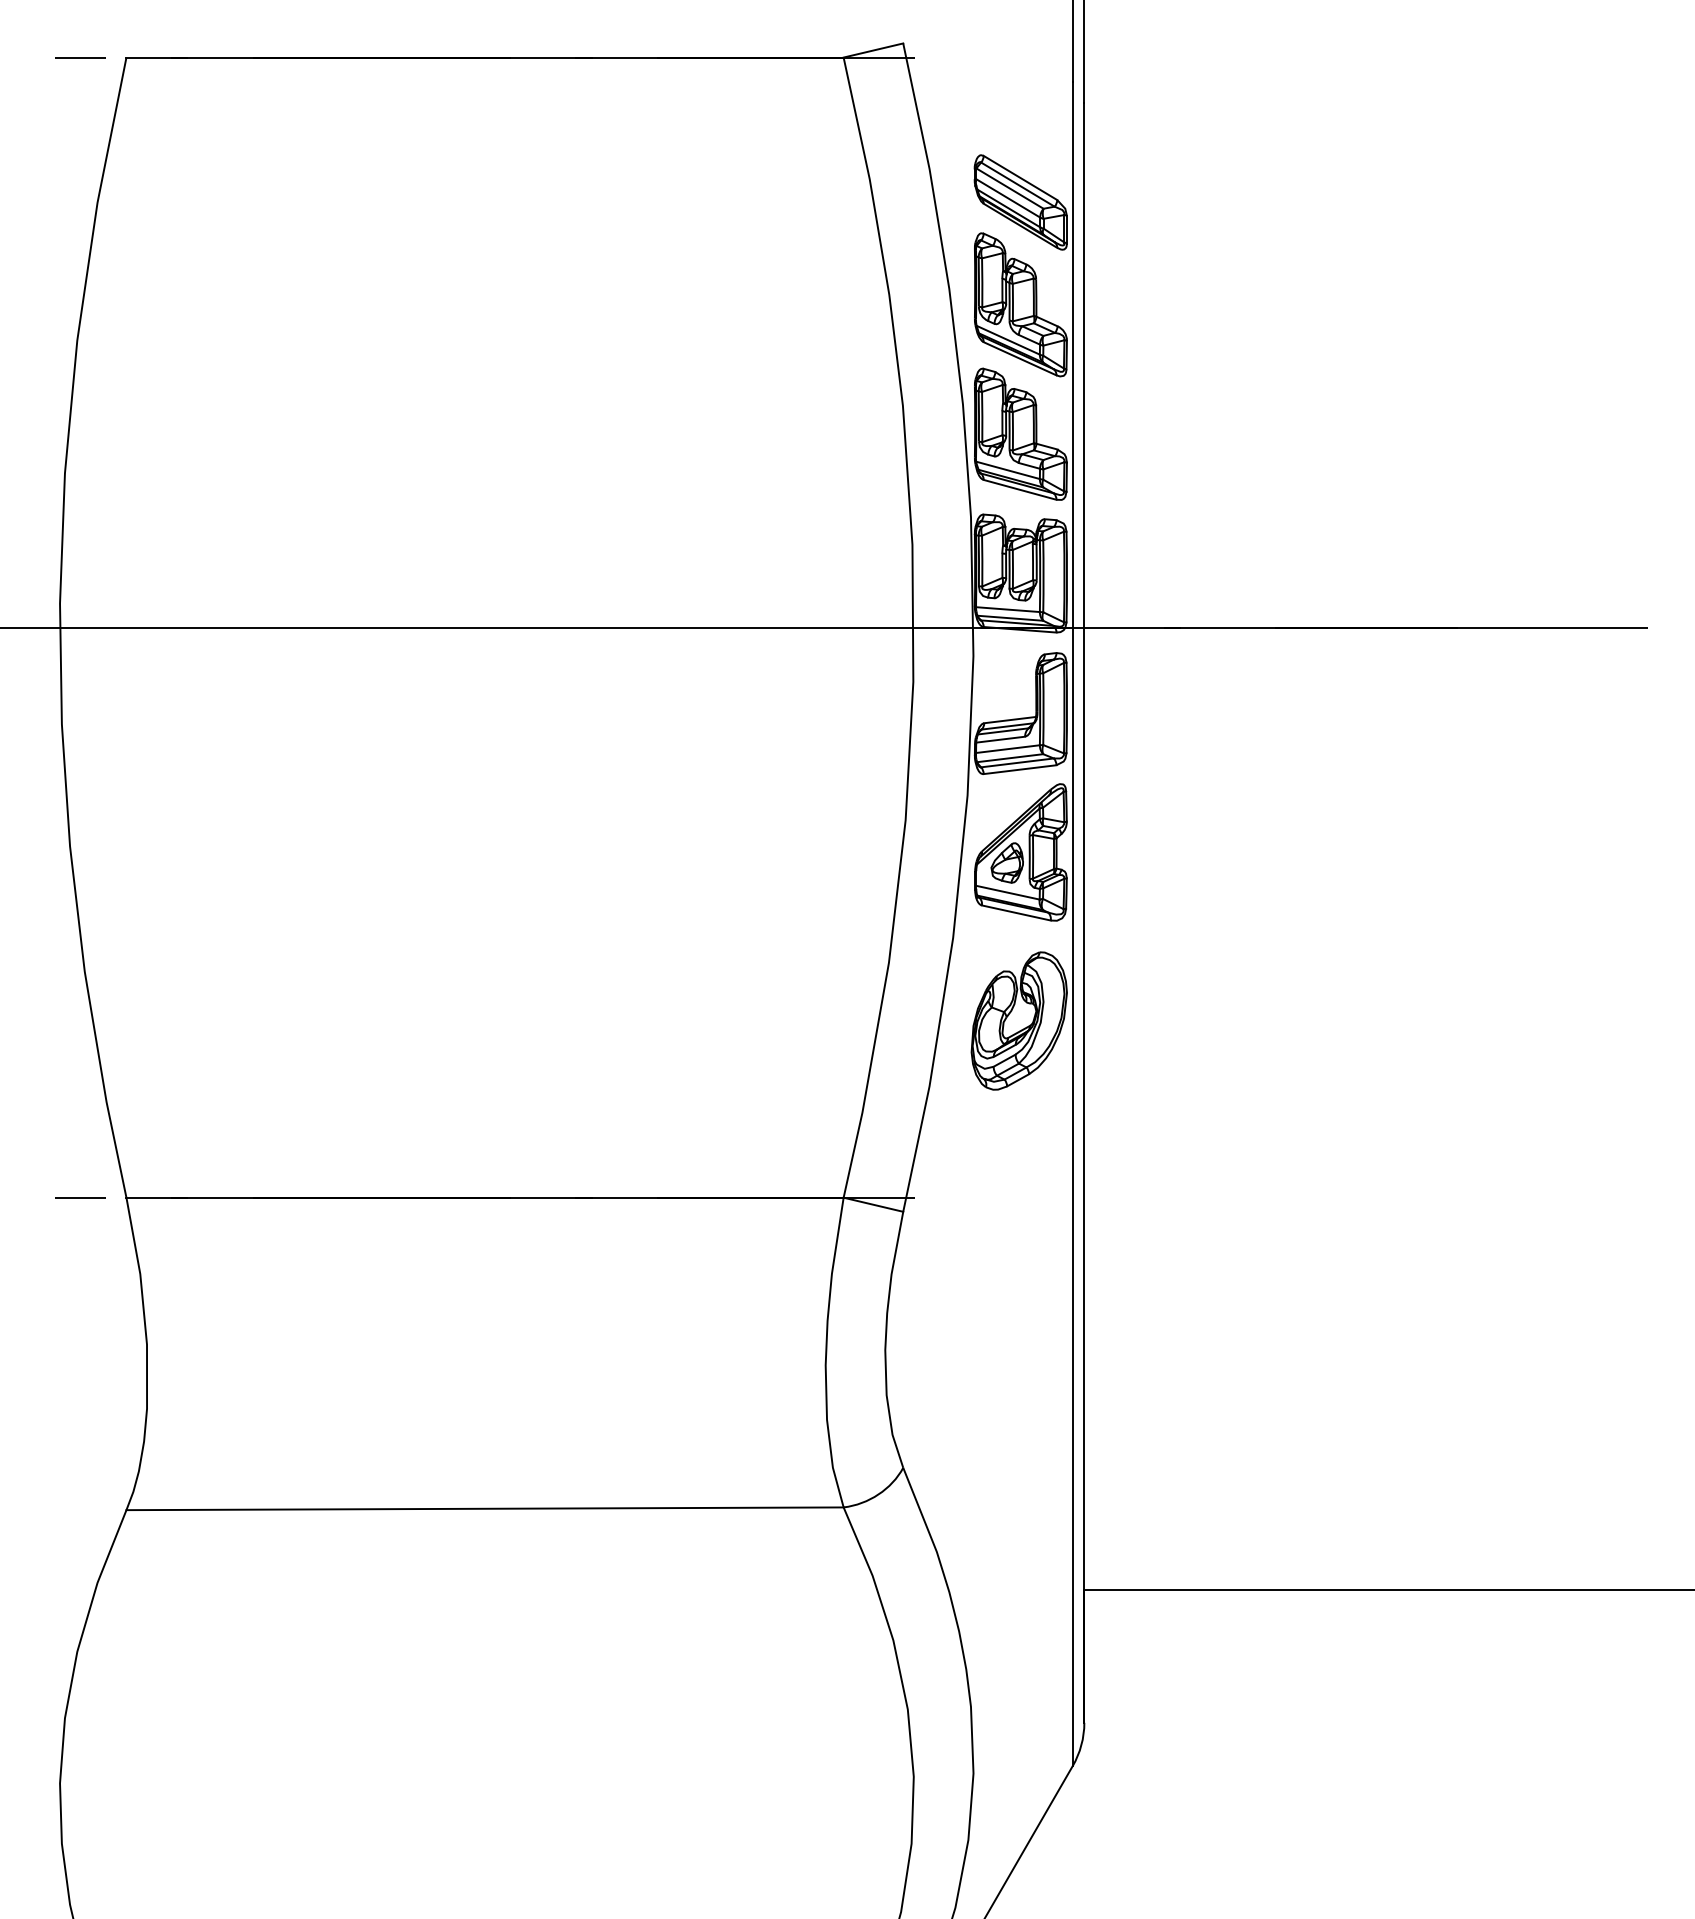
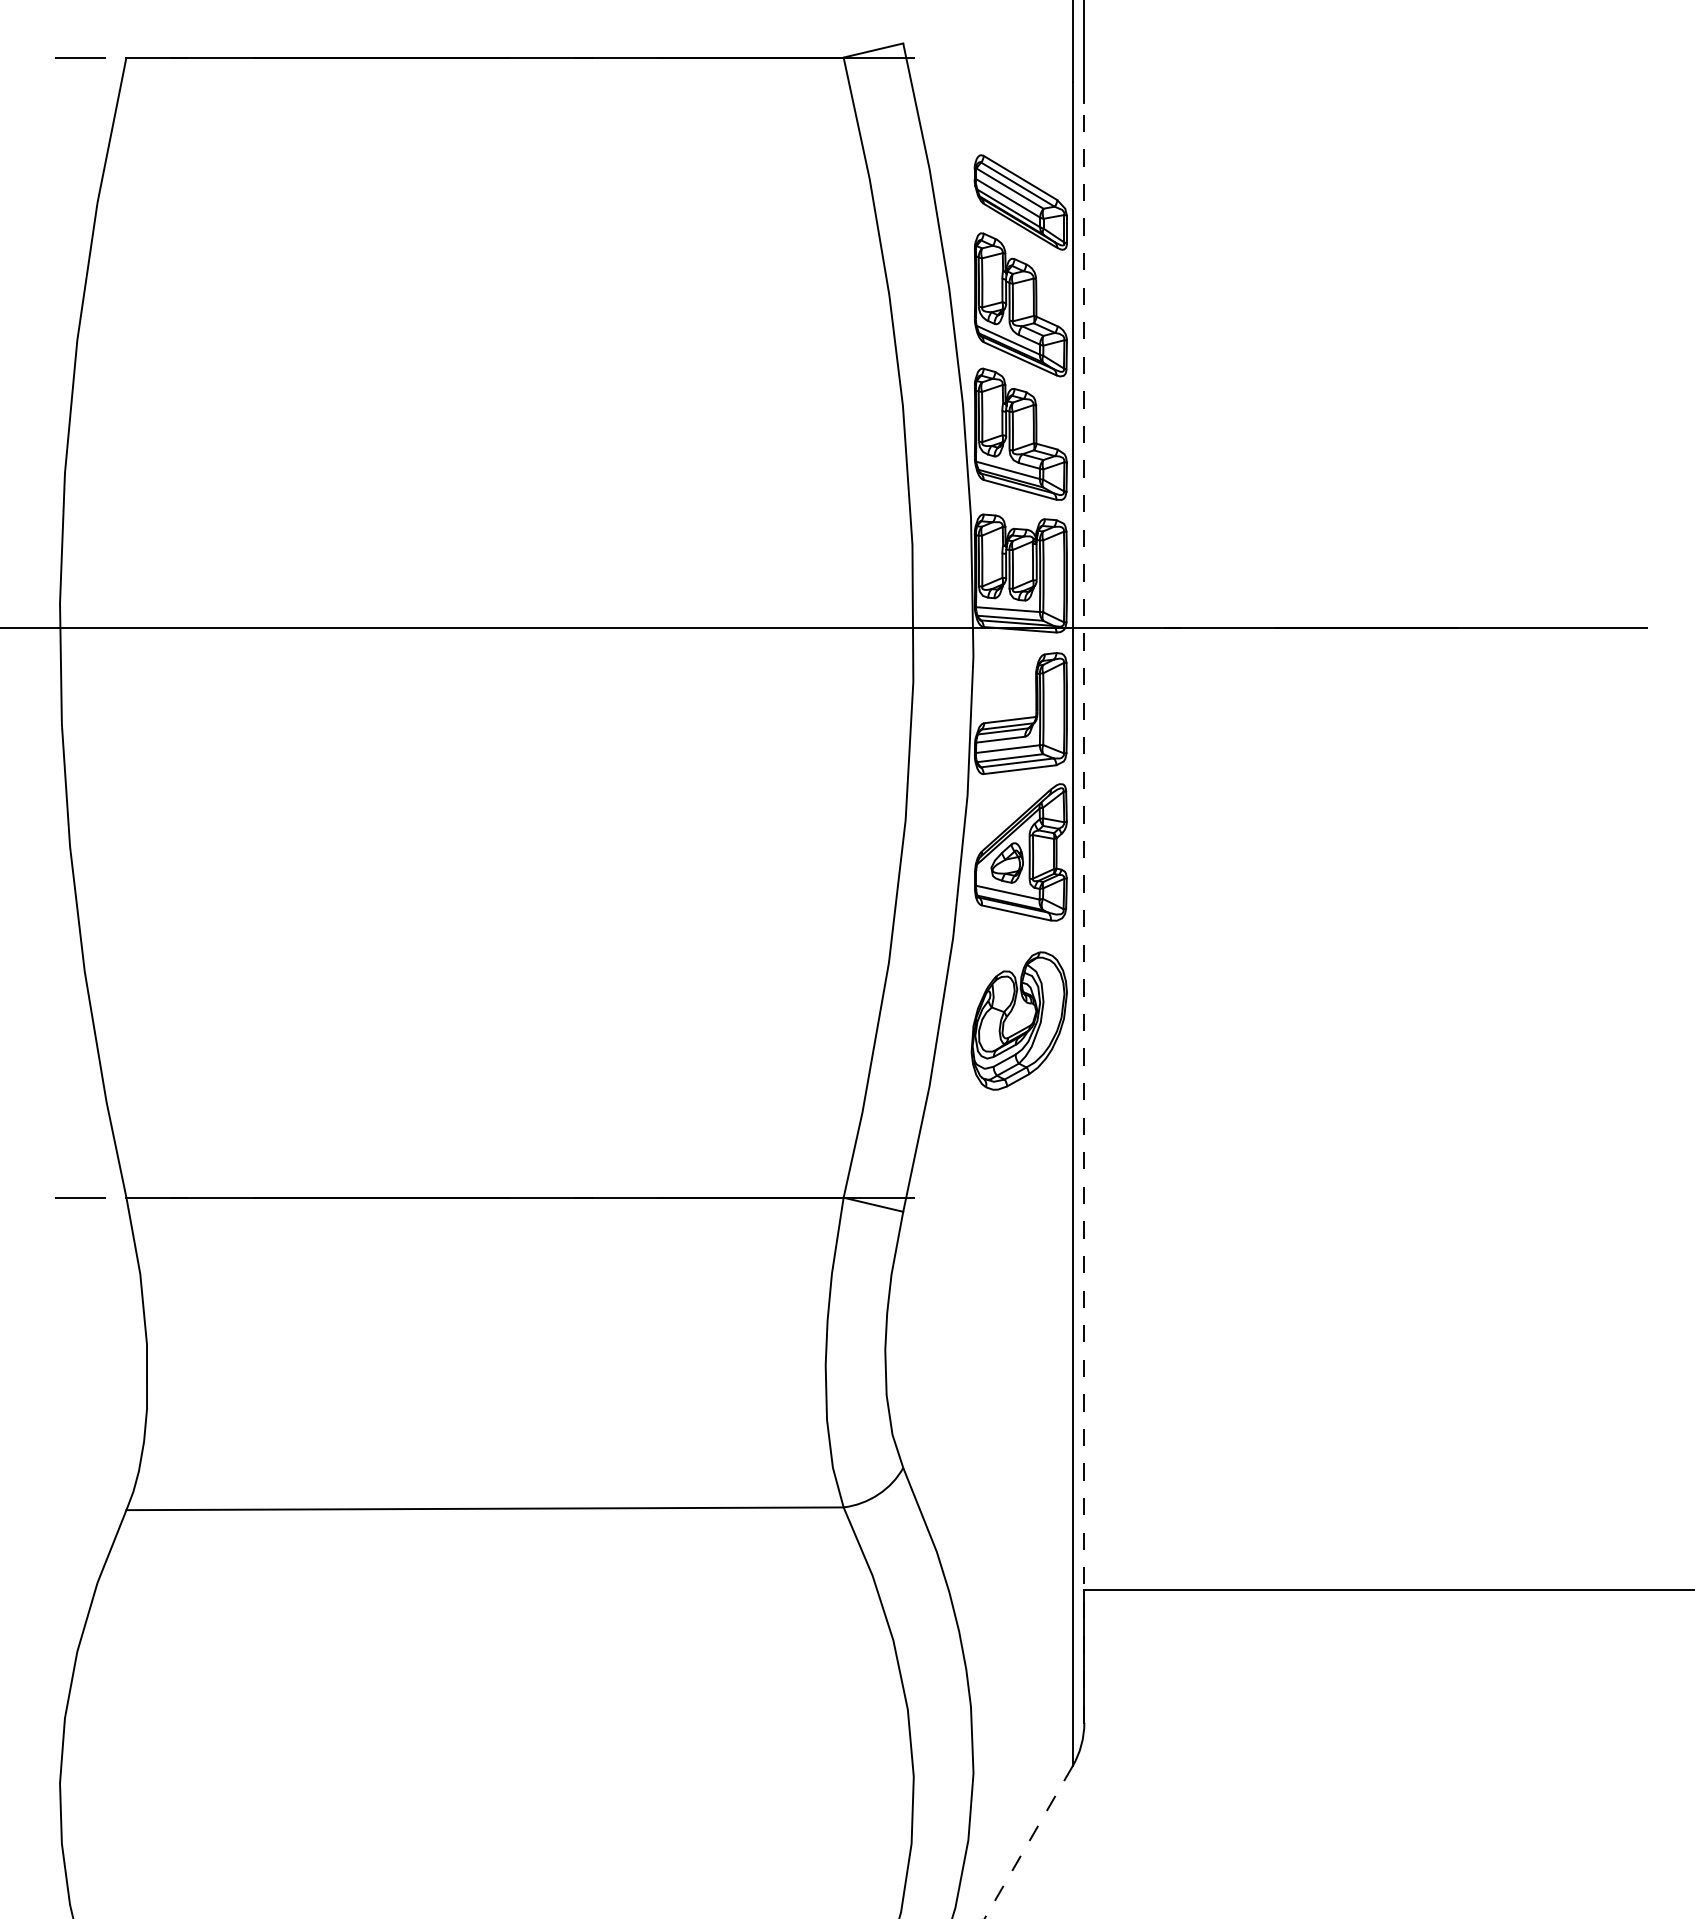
line at (1084, 912): solid -> dashed
line at (1028, 1842): solid -> dashed
